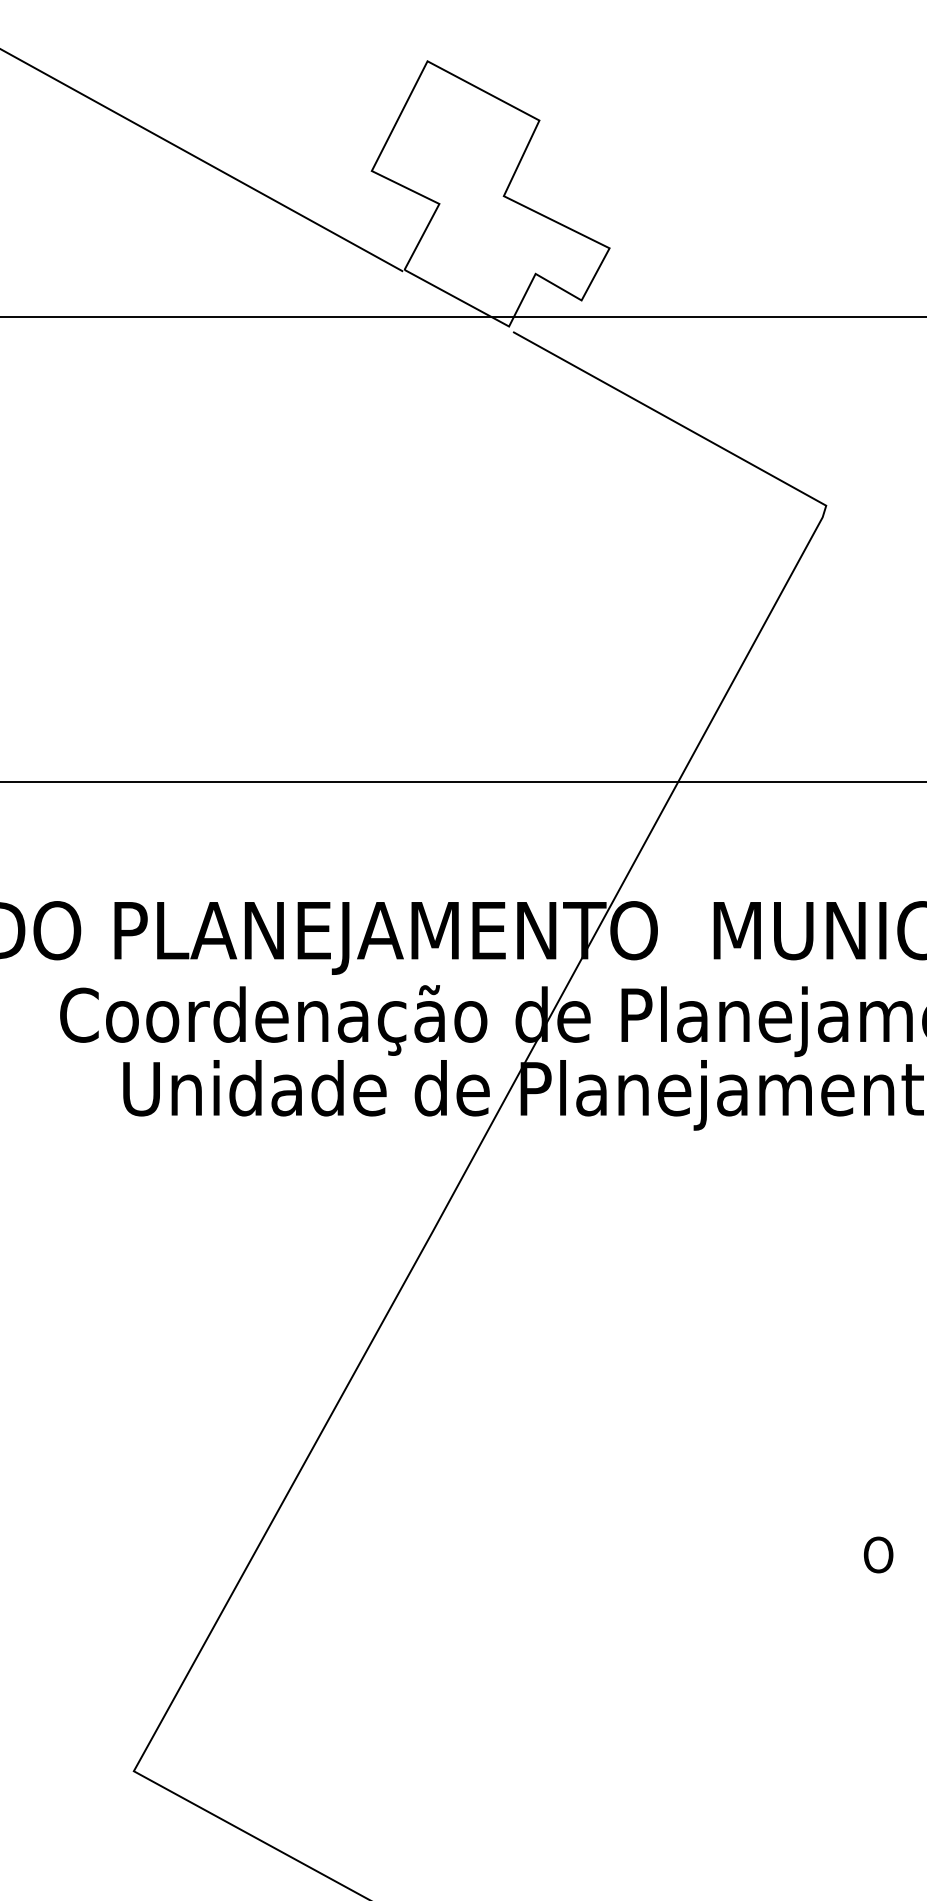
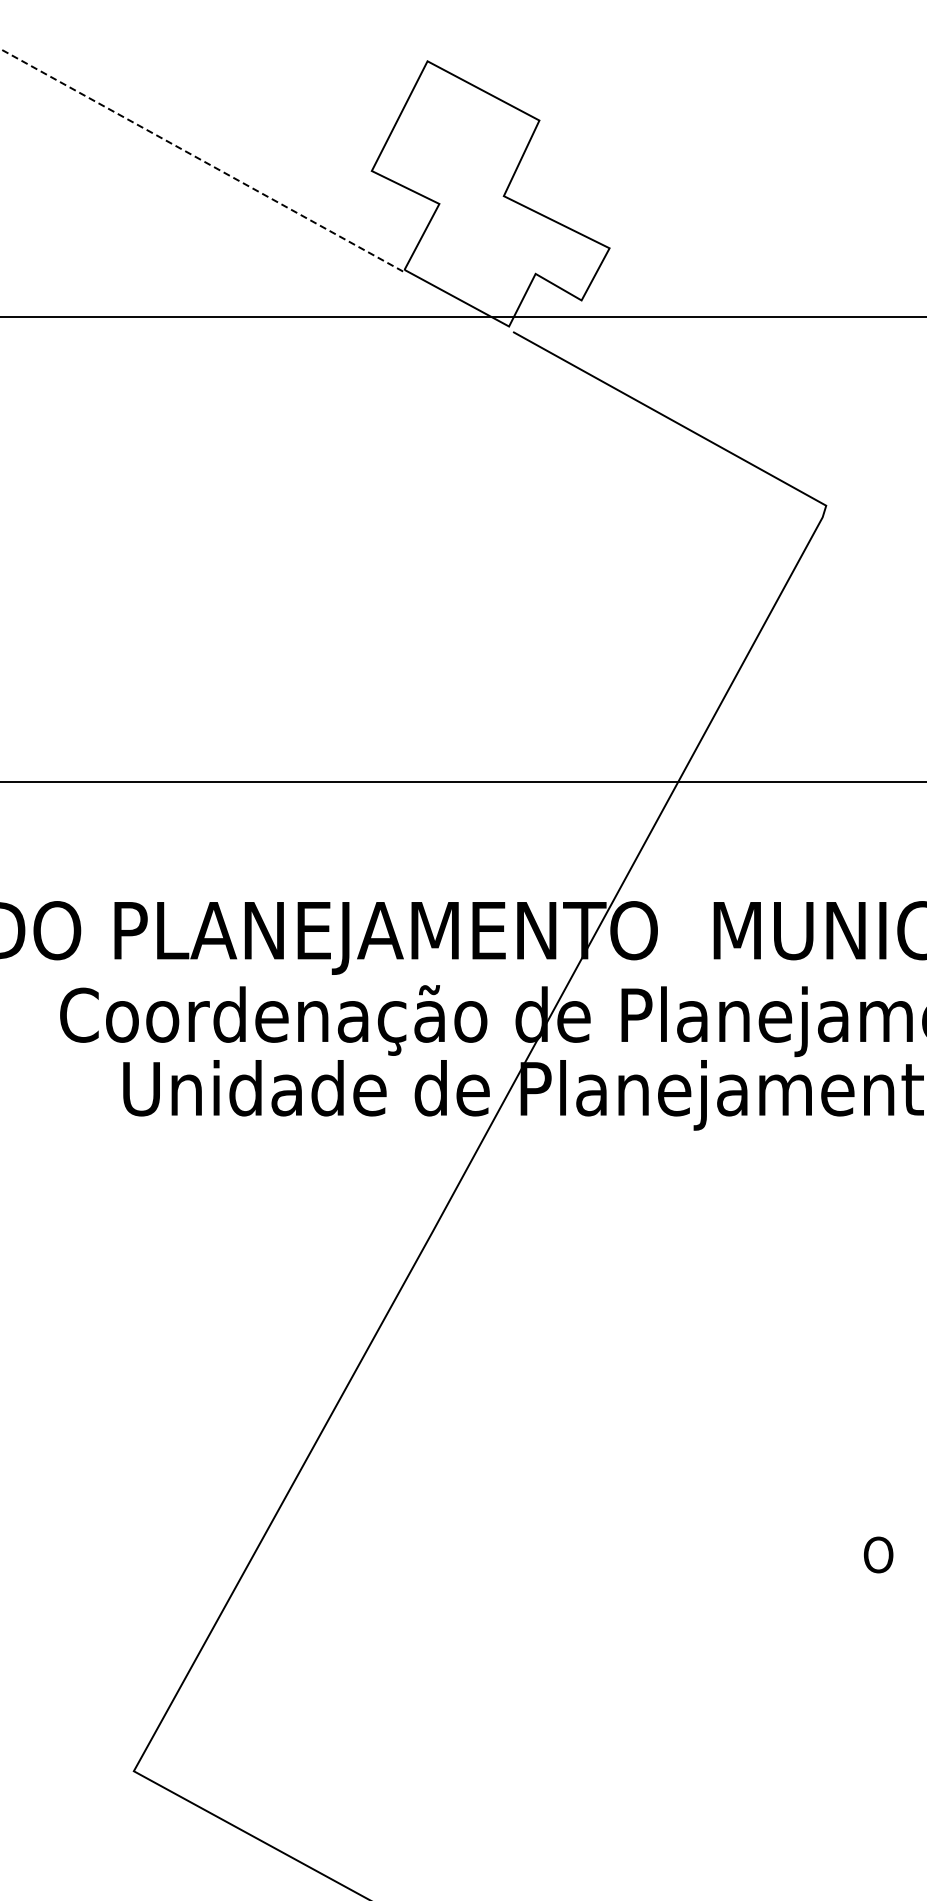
line at (201, 160): solid -> dashed
